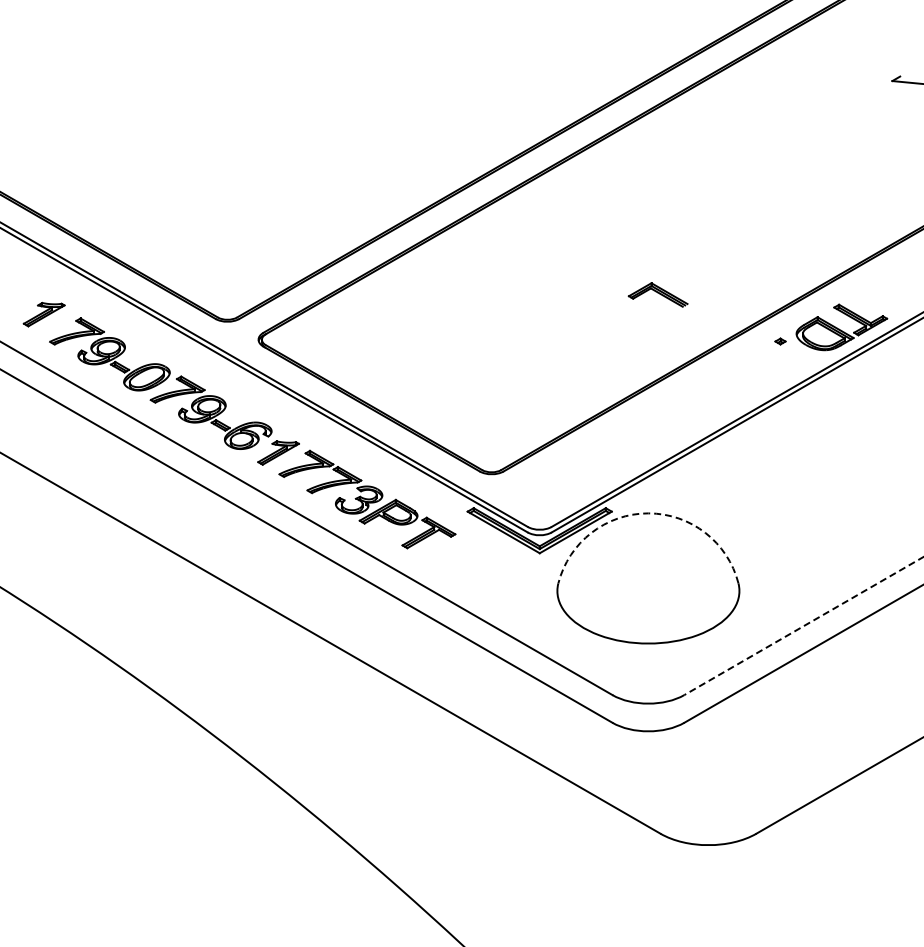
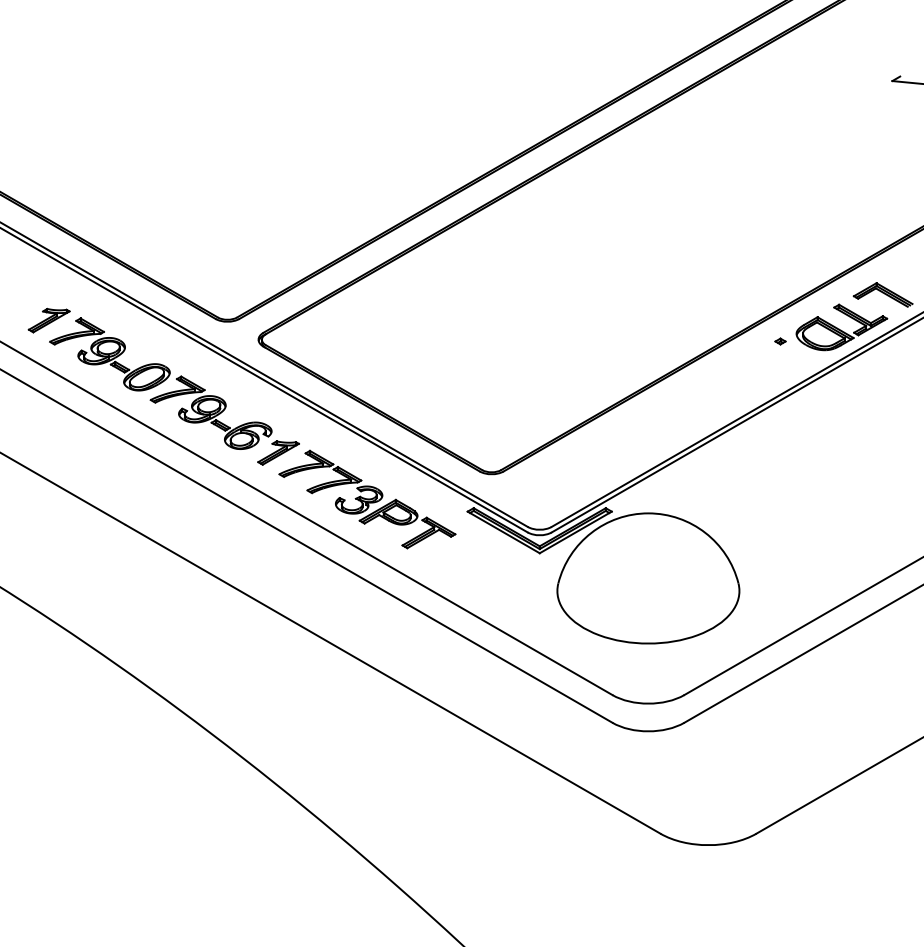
part at (657, 294) position: (657, 294) -> (882, 294)
part at (43, 314) position: (43, 314) -> (48, 320)
arc at (648, 513): dashed -> solid
line at (803, 626): dashed -> solid
